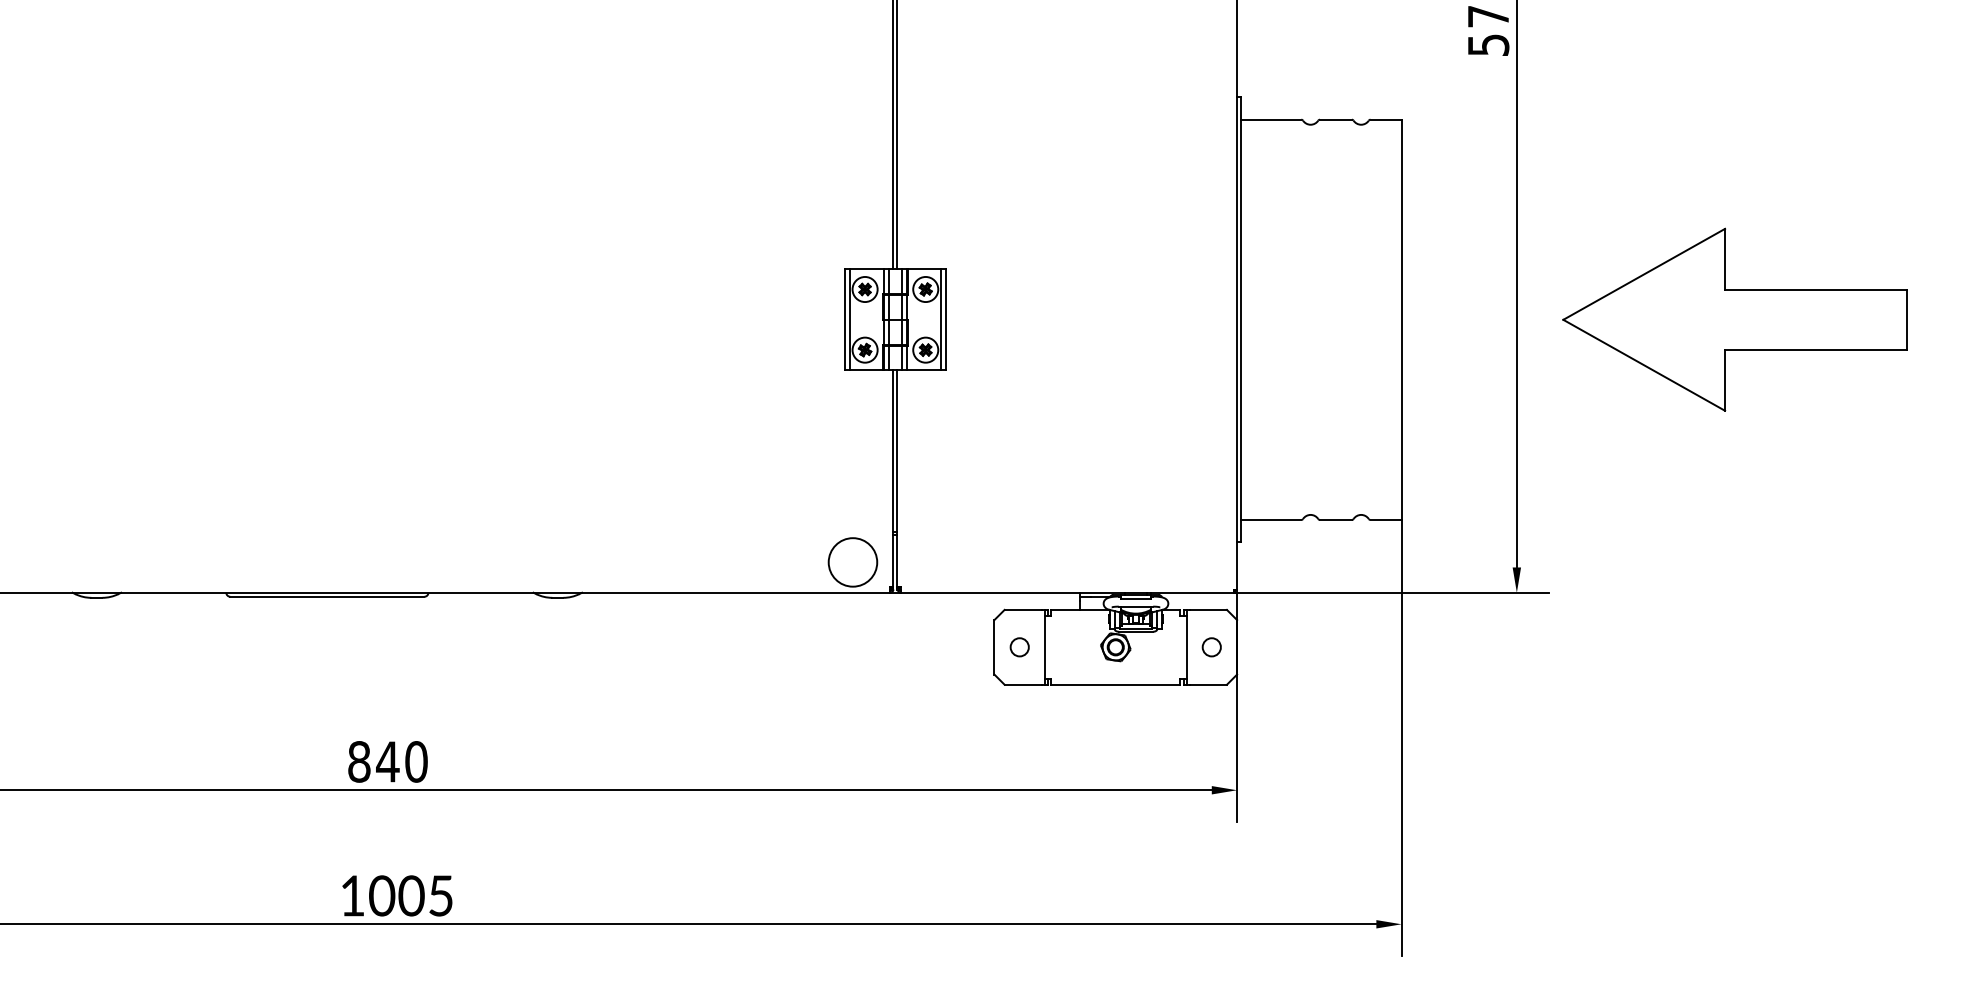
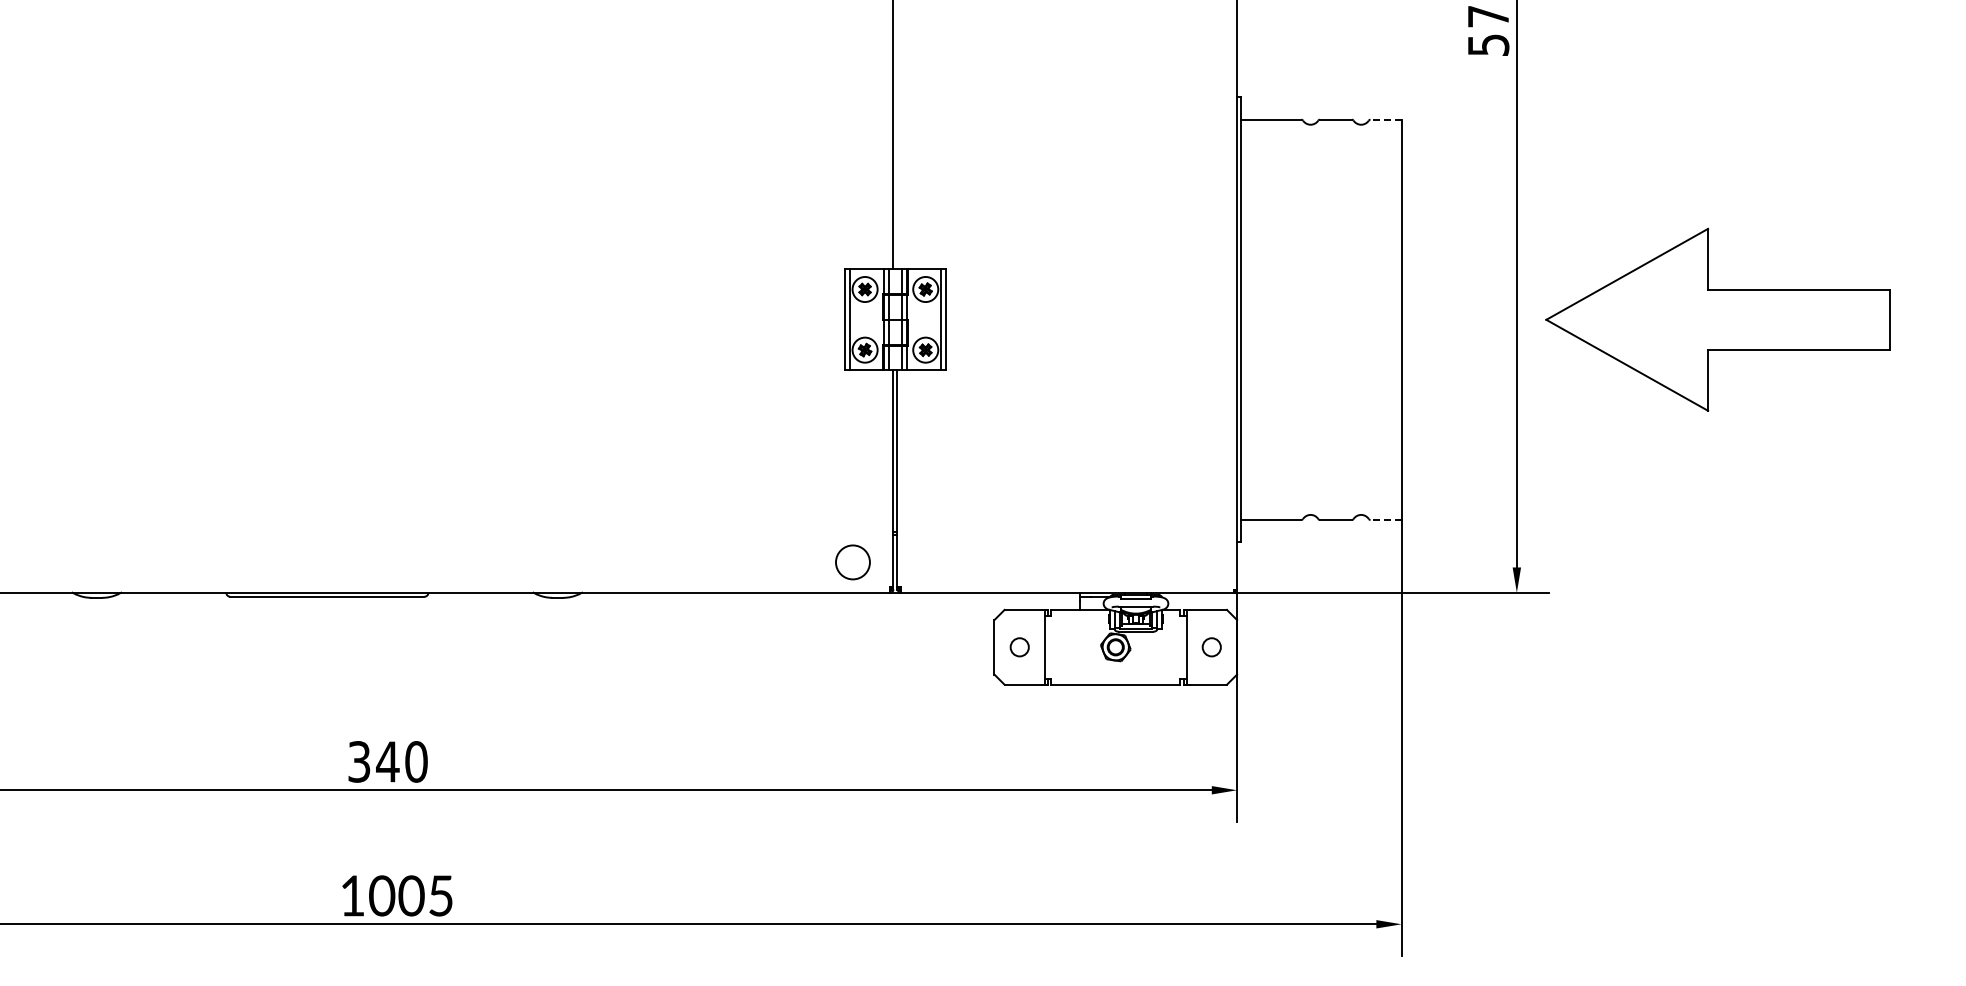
line at (1386, 119): solid -> dashed
line at (897, 135): present -> none
part at (1734, 319) position: (1734, 319) -> (1717, 319)
line at (1386, 519): solid -> dashed
circle at (852, 562) diameter: 49 px -> 34 px
text at (359, 761): 840 -> 340
